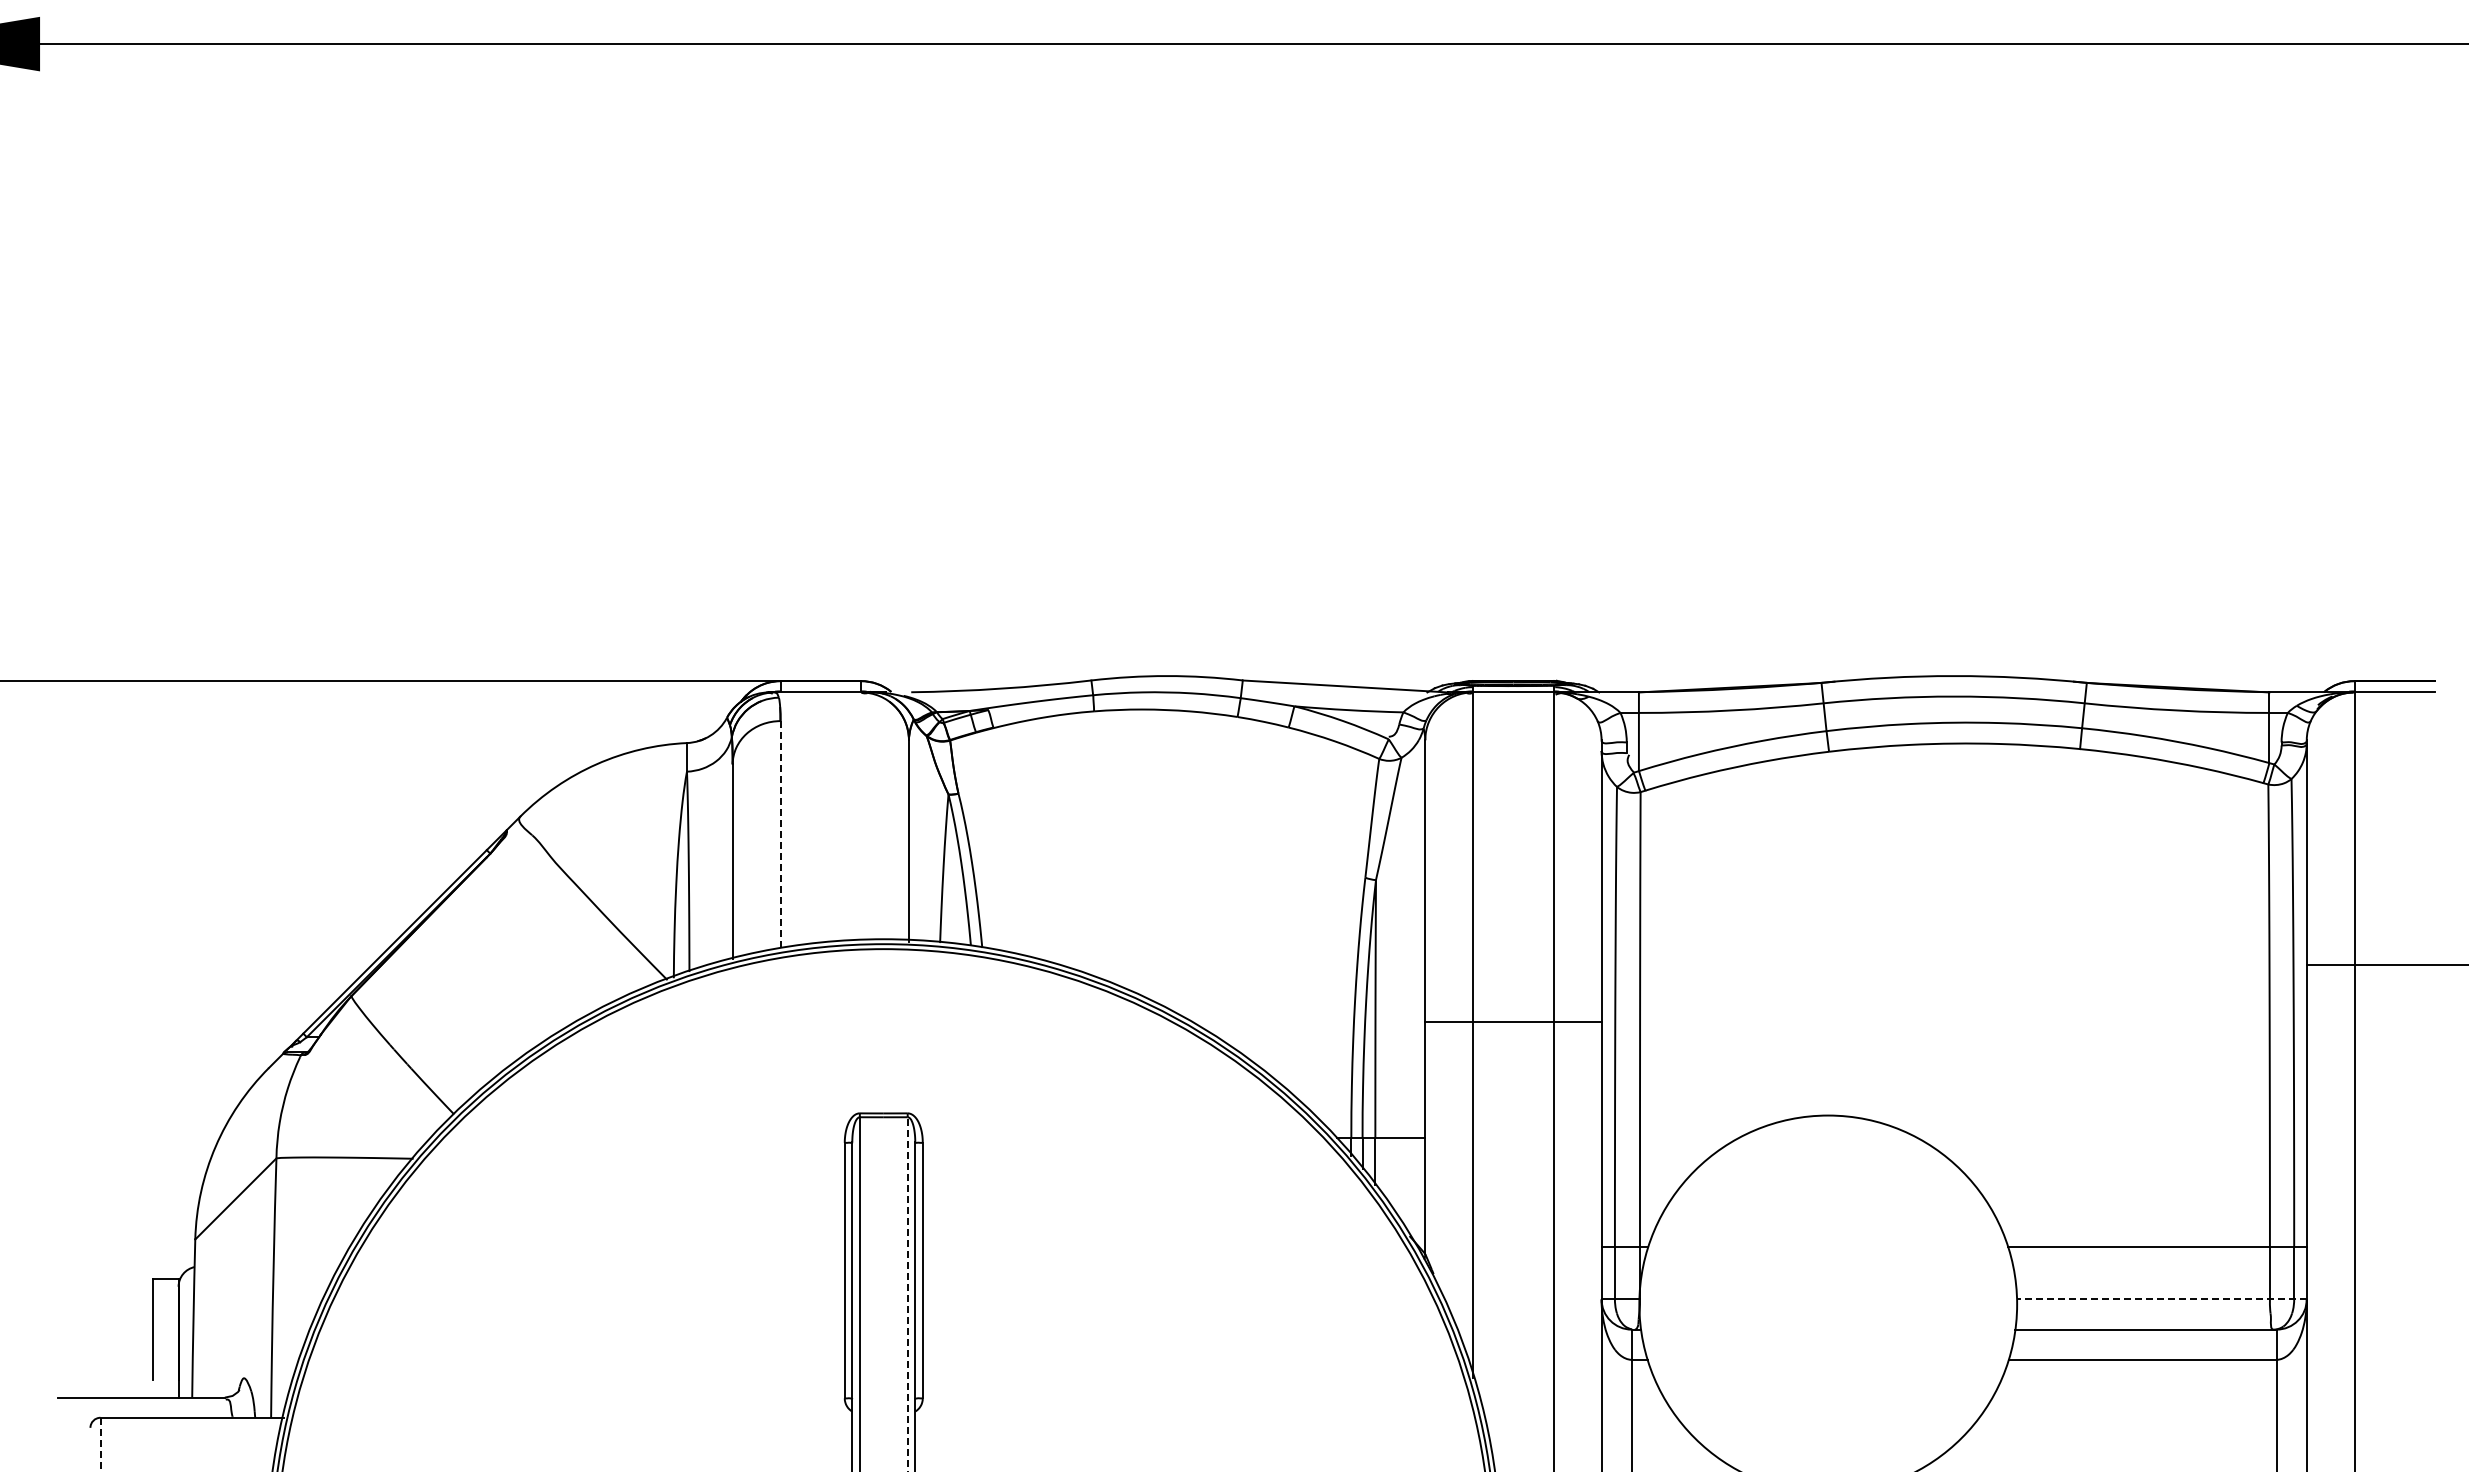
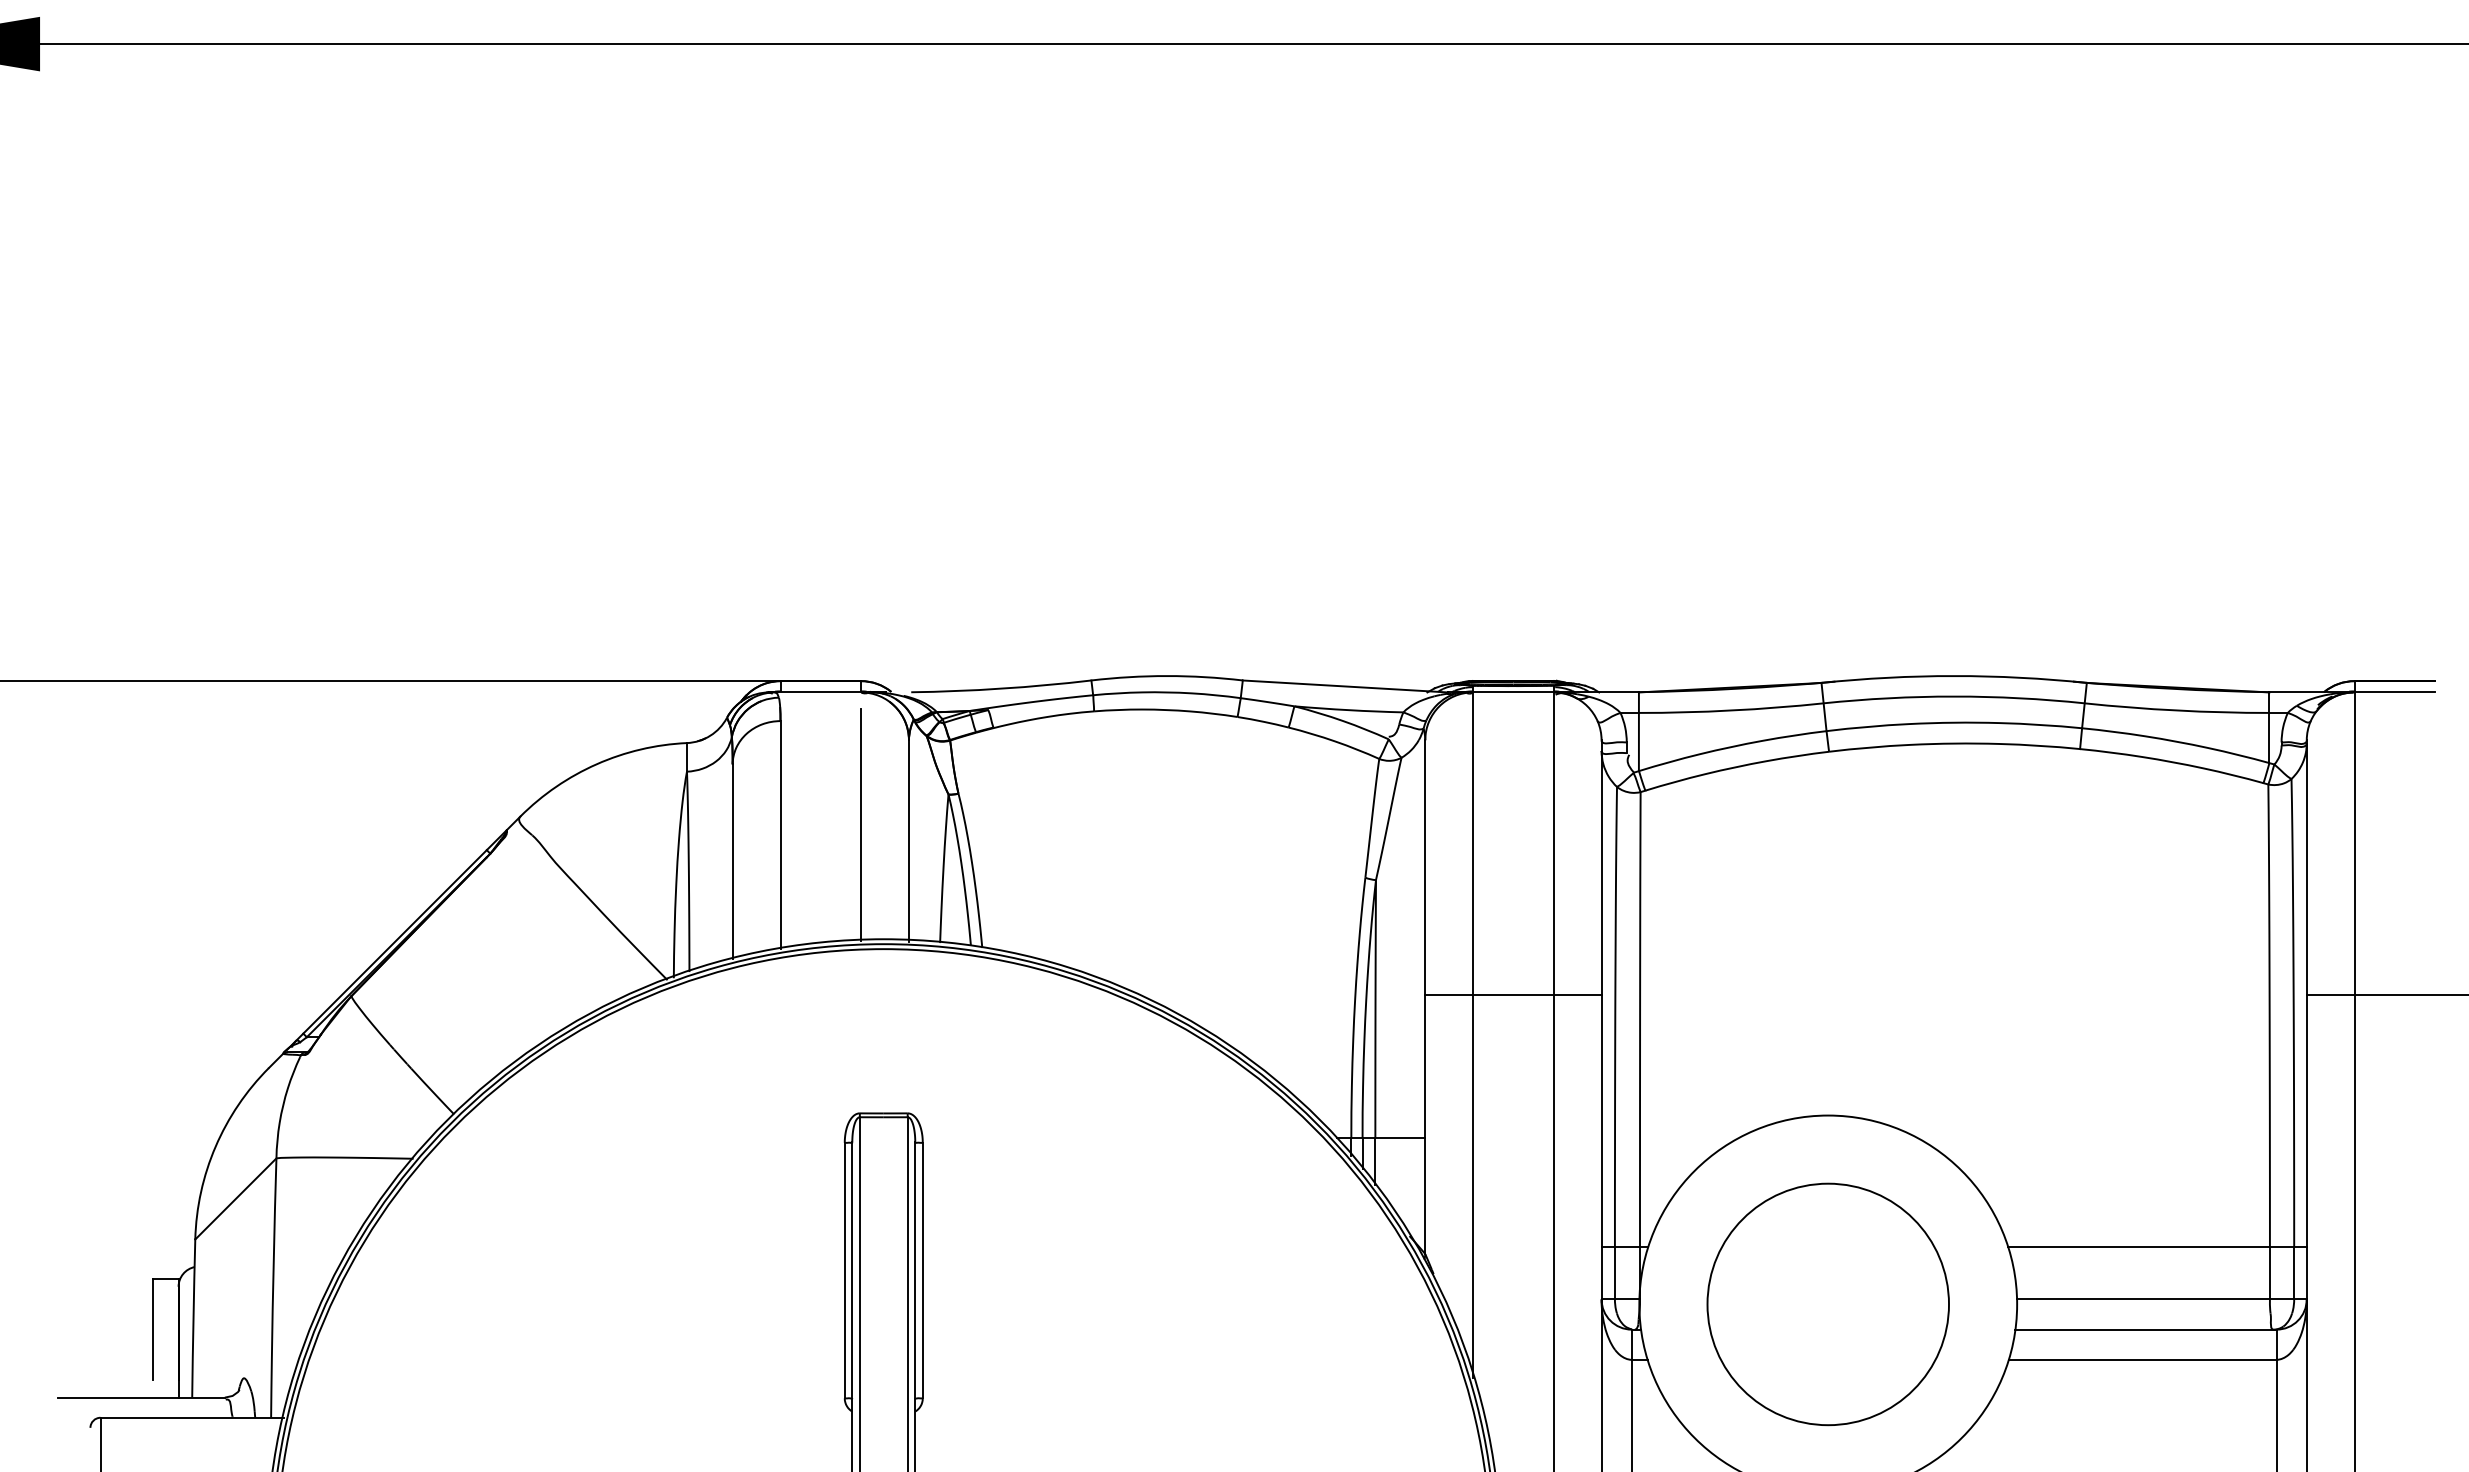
line at (861, 825): none -> present
line at (780, 835): dashed -> solid
line at (2385, 964) position: (2385, 964) -> (2385, 994)
line at (1513, 1021) position: (1513, 1021) -> (1513, 994)
line at (907, 1294): dashed -> solid
line at (2161, 1299): dashed -> solid
circle at (1827, 1304): none -> present
line at (100, 1444): dashed -> solid
